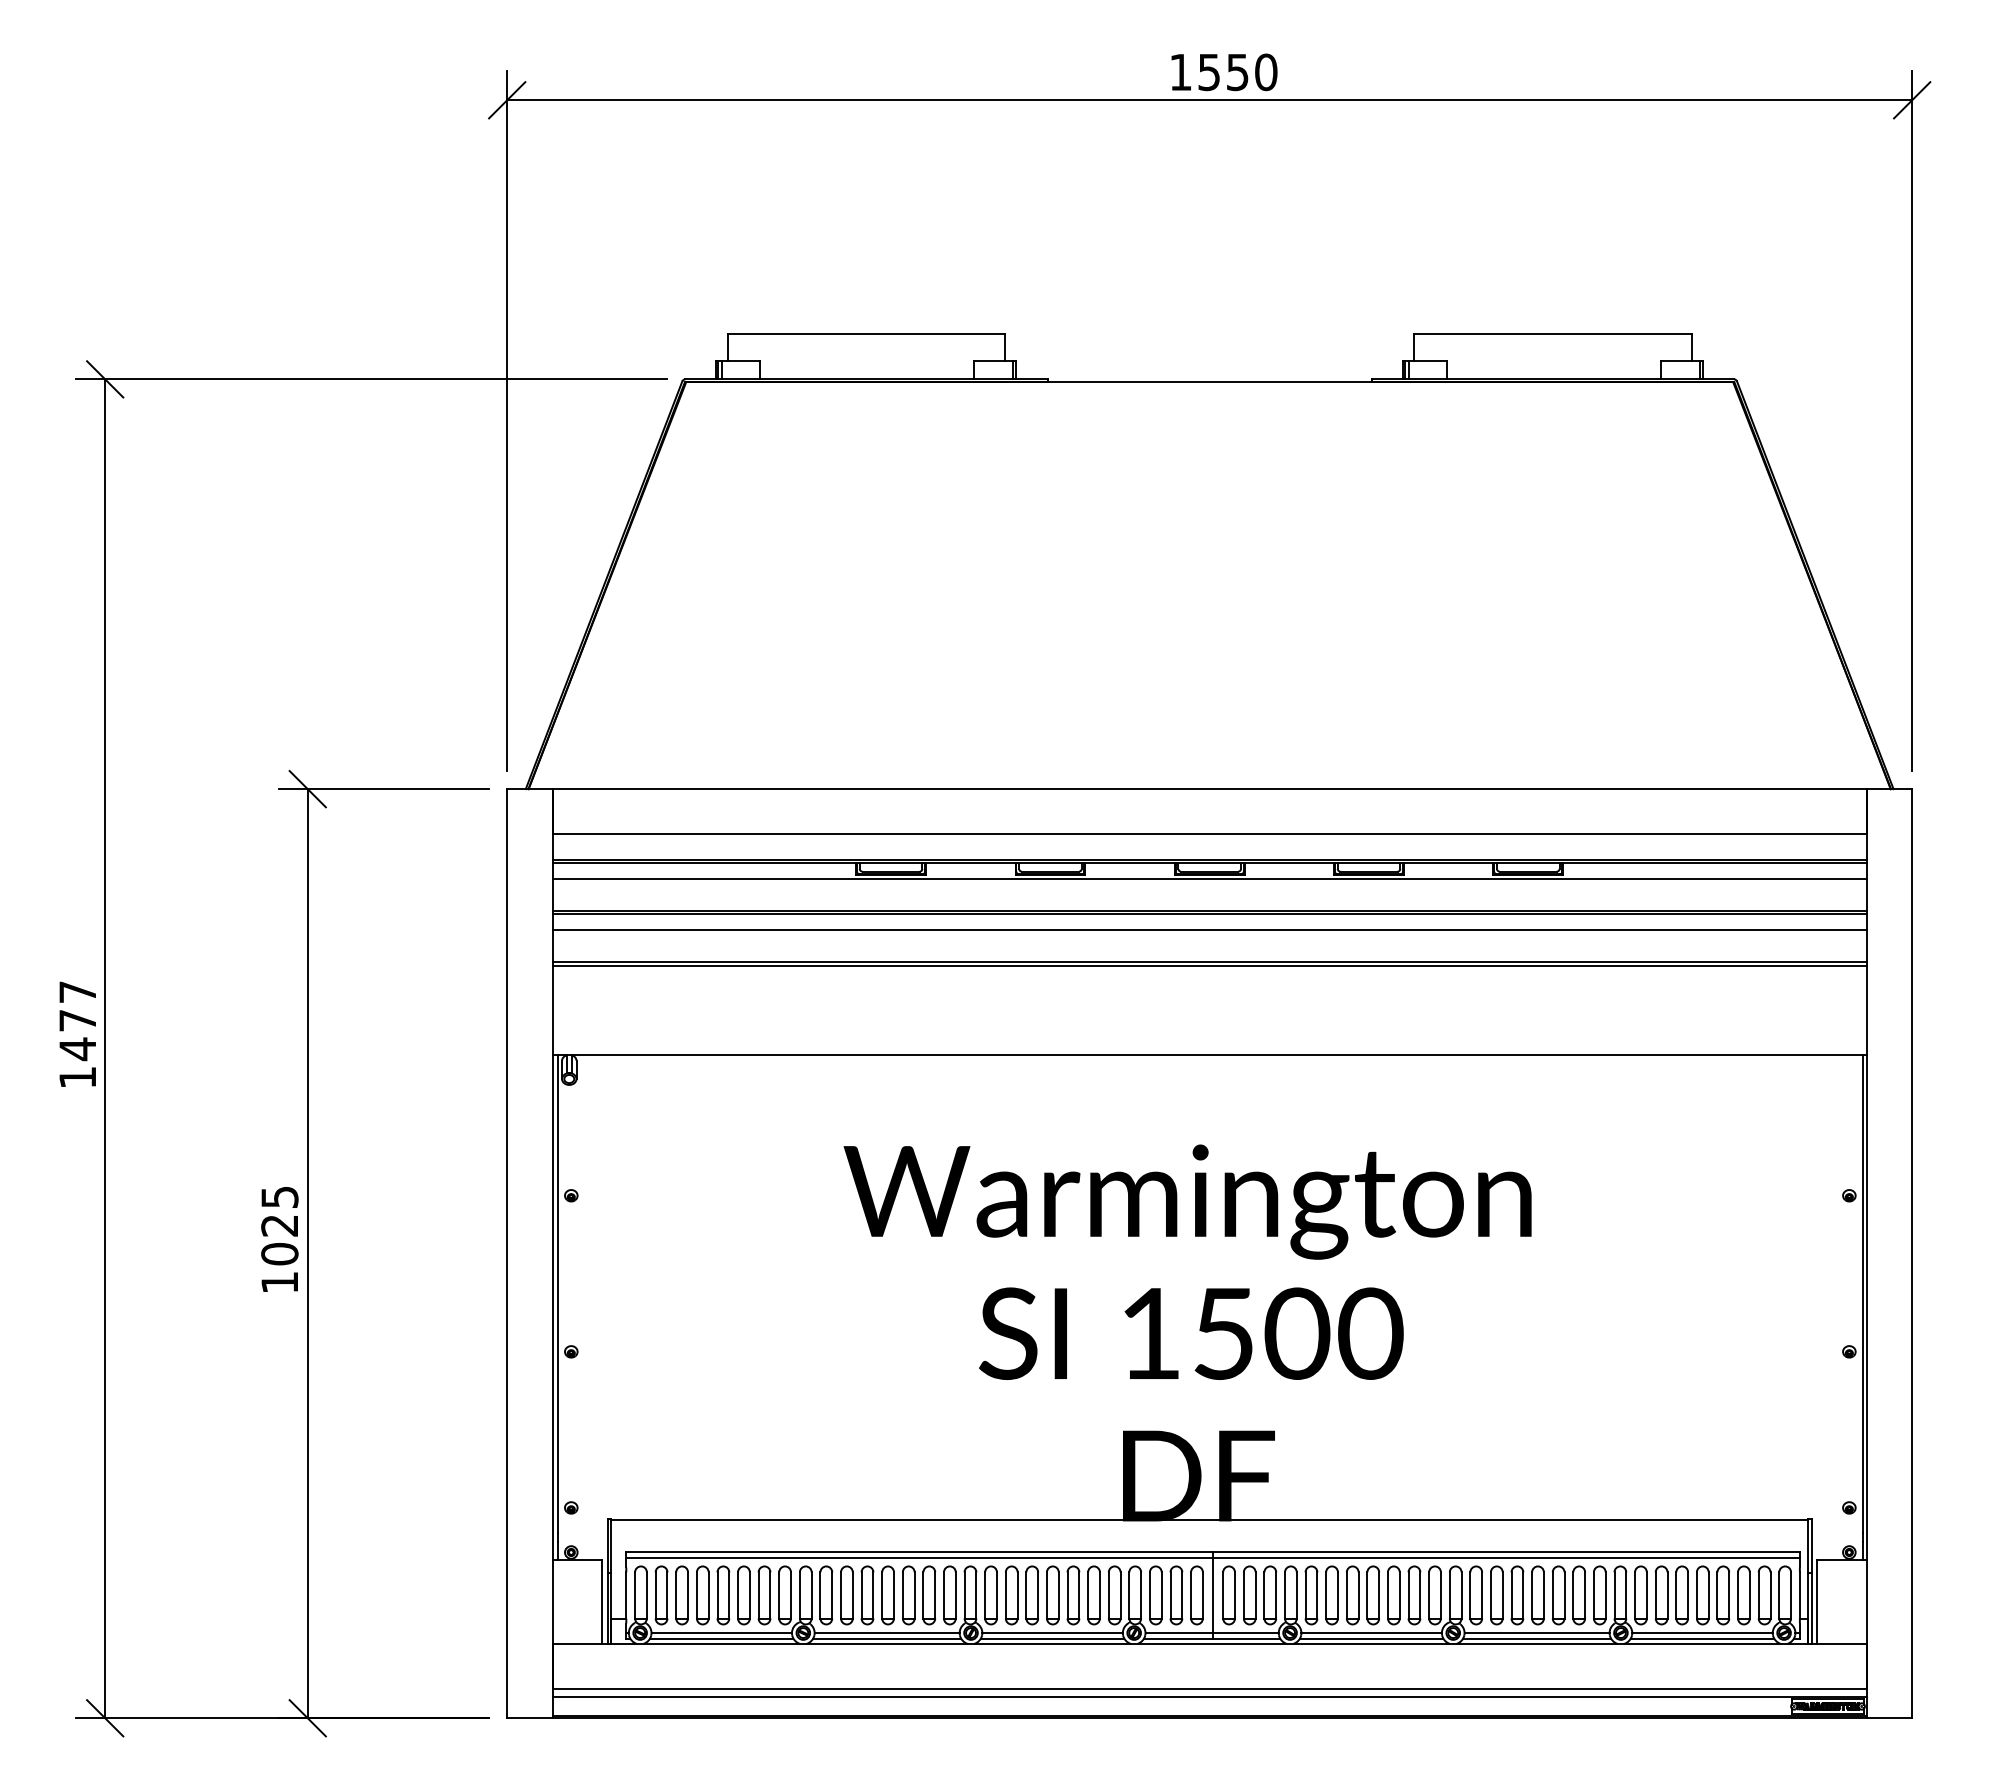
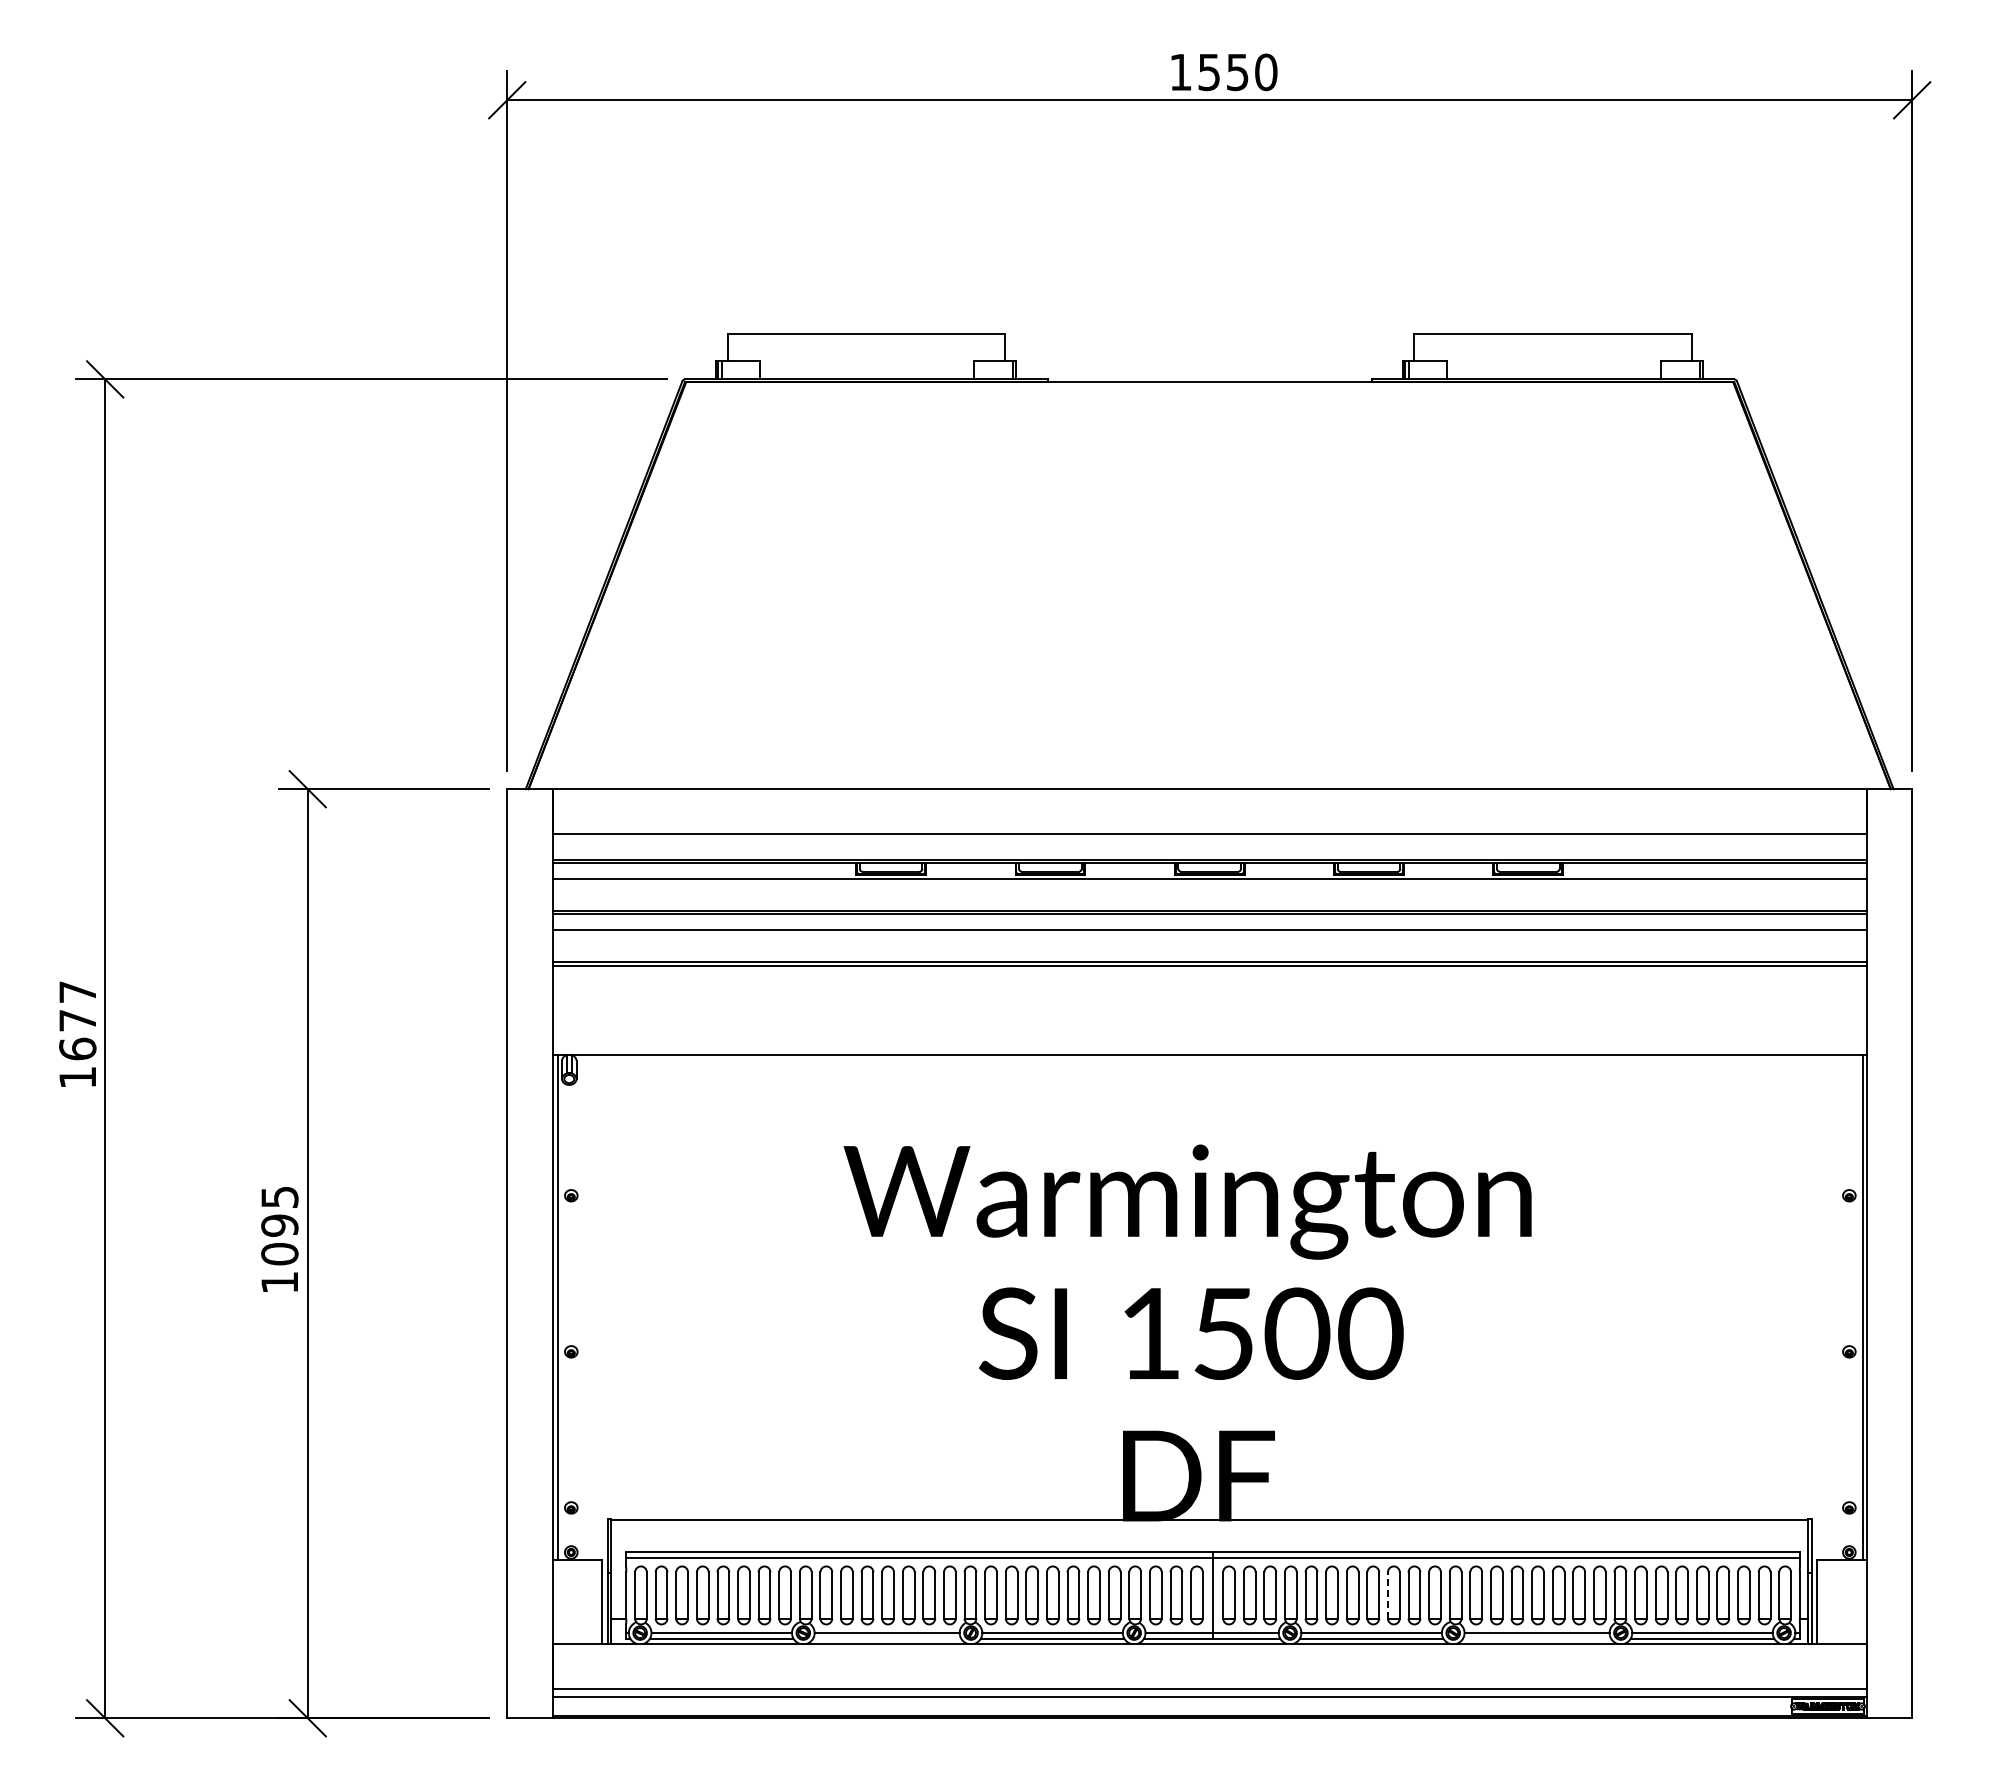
text at (77, 1049): 1477 -> 1677
text at (279, 1225): 1025 -> 1095
line at (1387, 1594): solid -> dashed
line at (887, 1638): present -> none
line at (1537, 1638): present -> none
